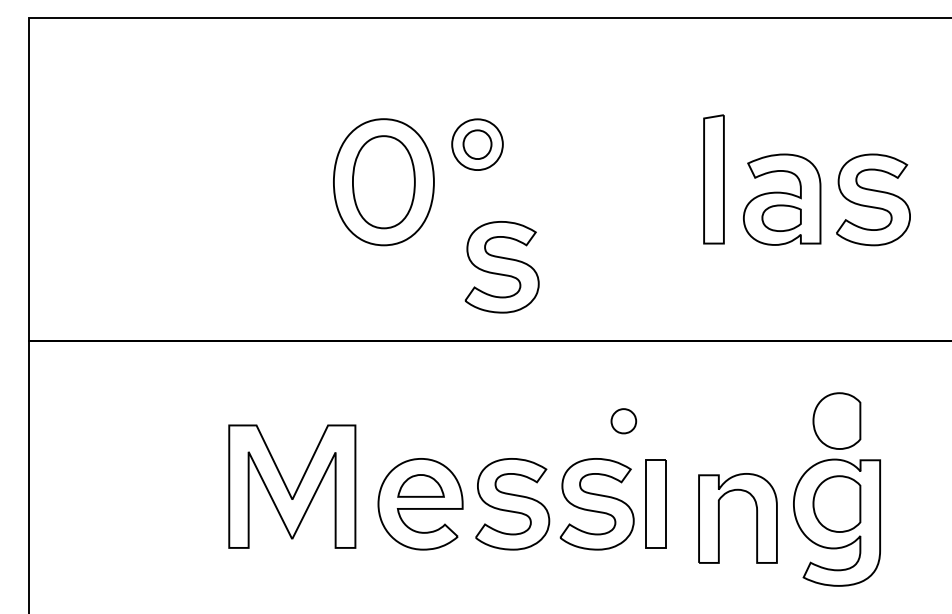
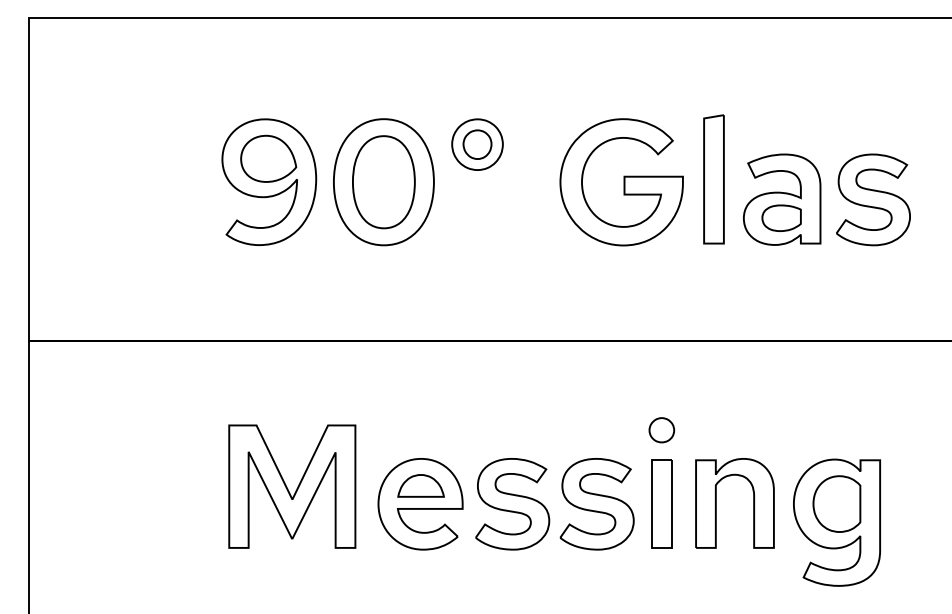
part at (269, 181): none -> present
part at (621, 182): none -> present
part at (501, 267): present -> none
part at (836, 420): present -> none
part at (623, 421) position: (623, 421) -> (661, 430)
part at (655, 503) position: (655, 503) -> (661, 503)
part at (719, 518) position: (719, 518) -> (716, 503)
